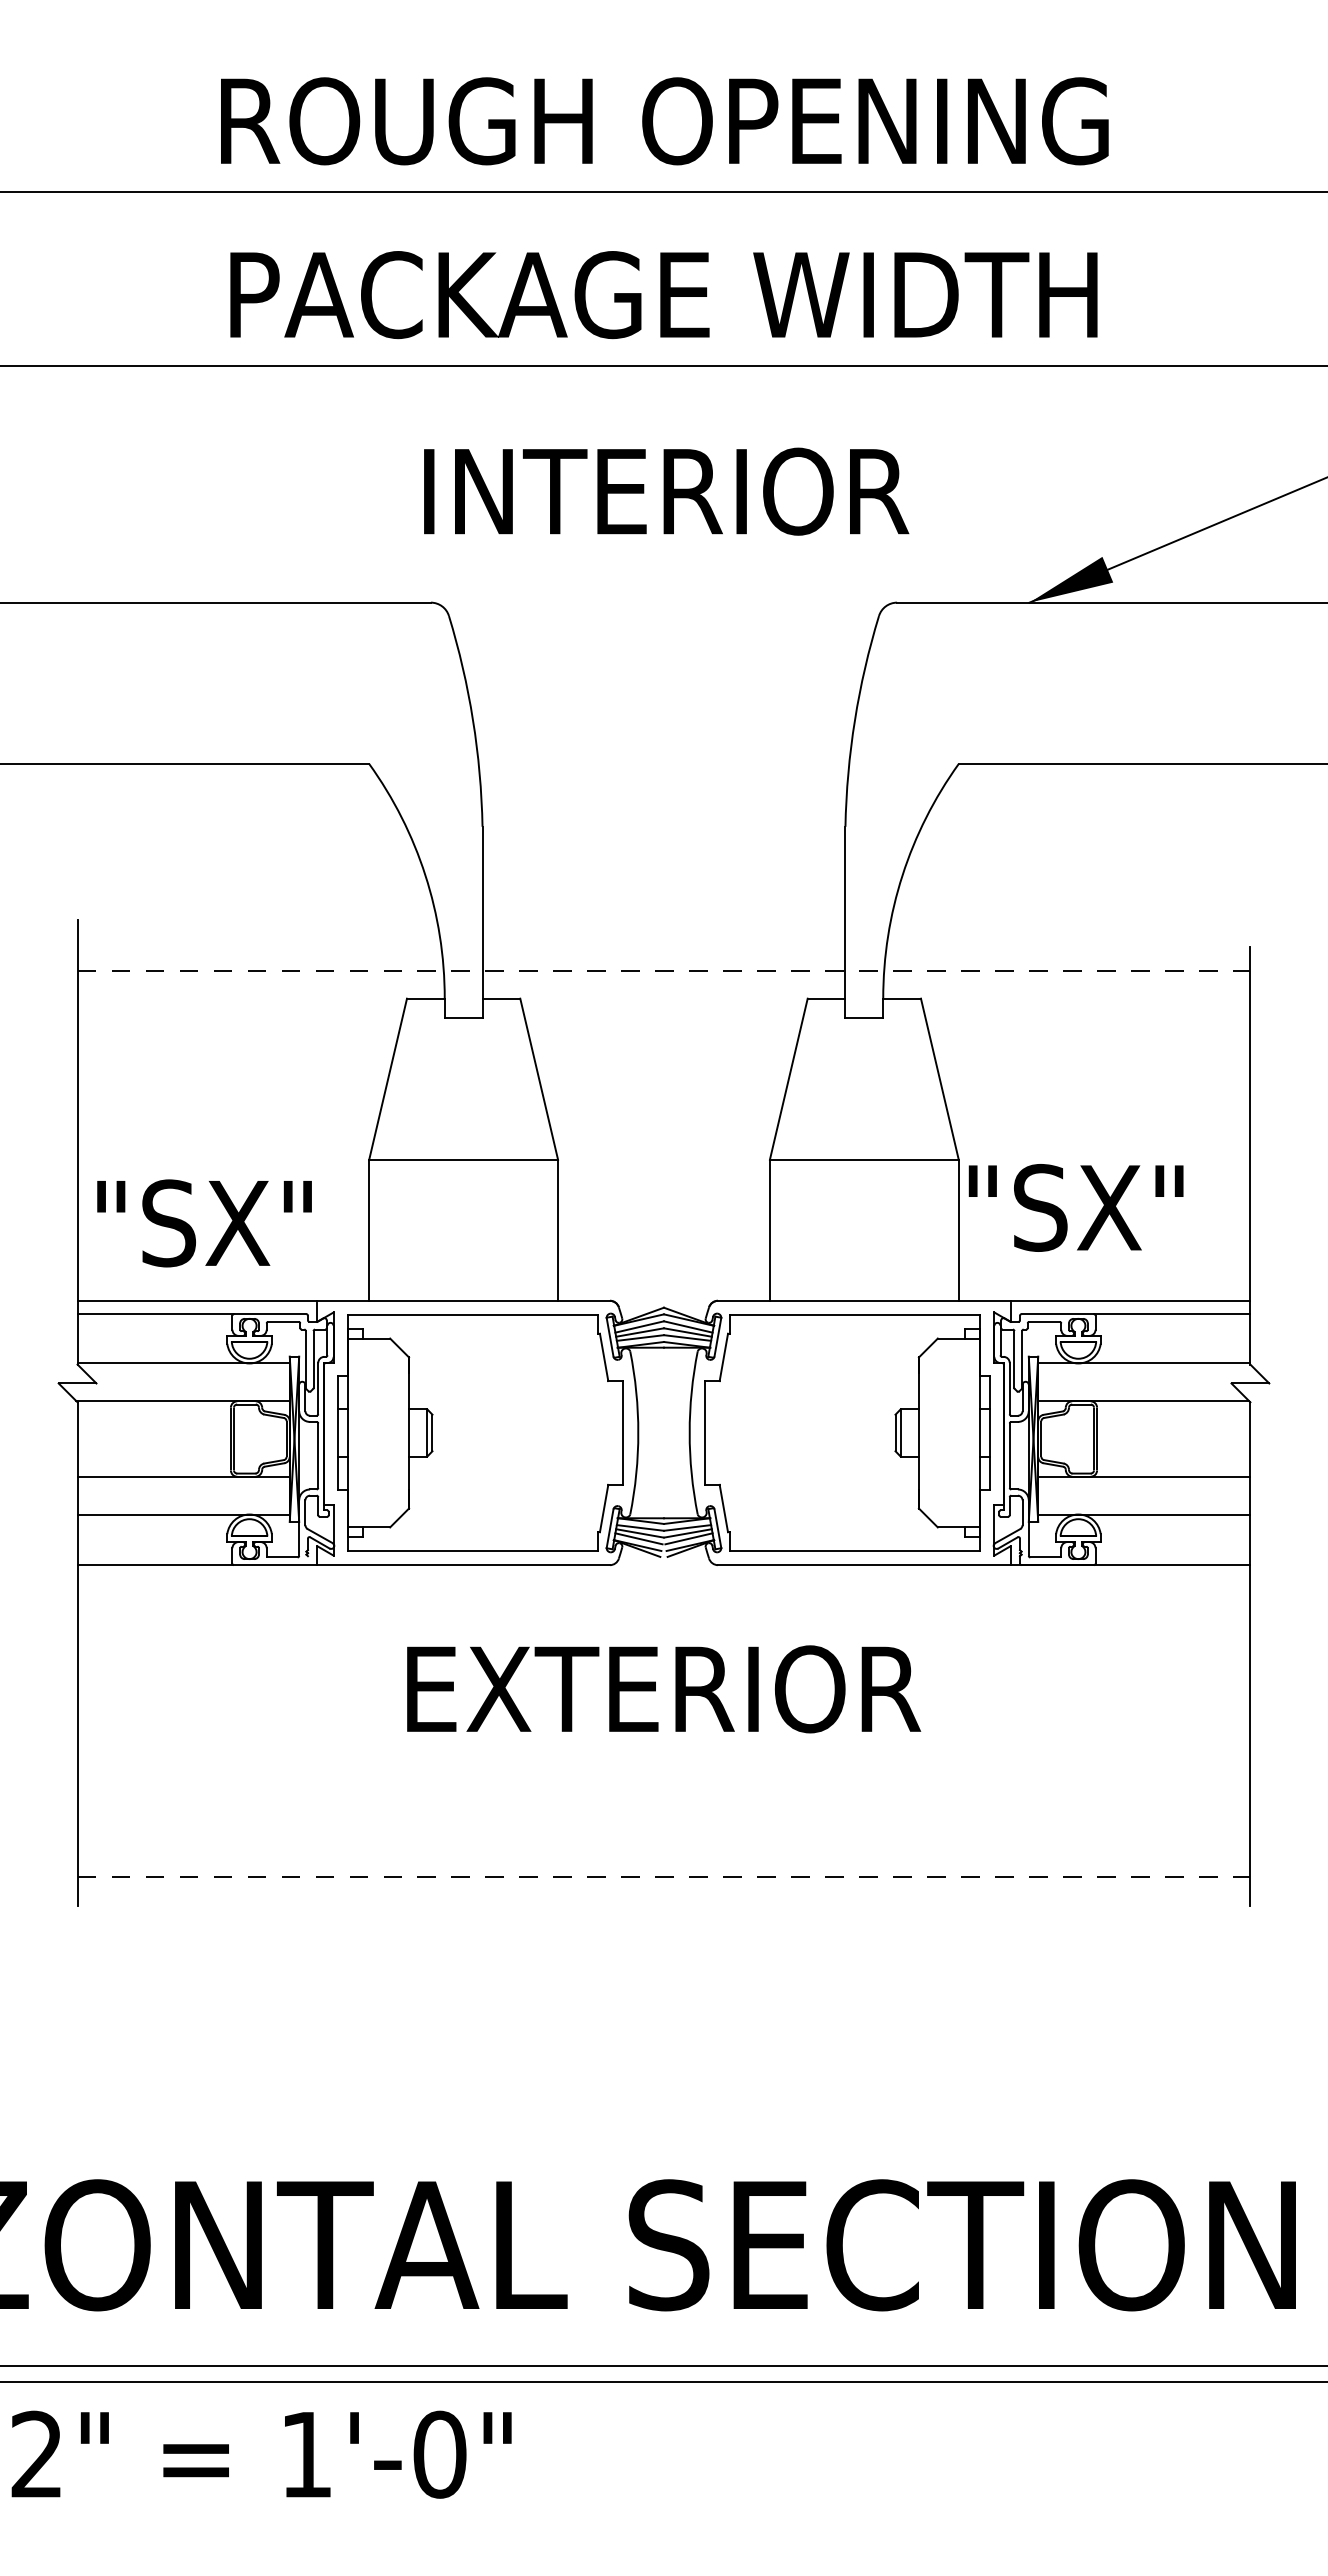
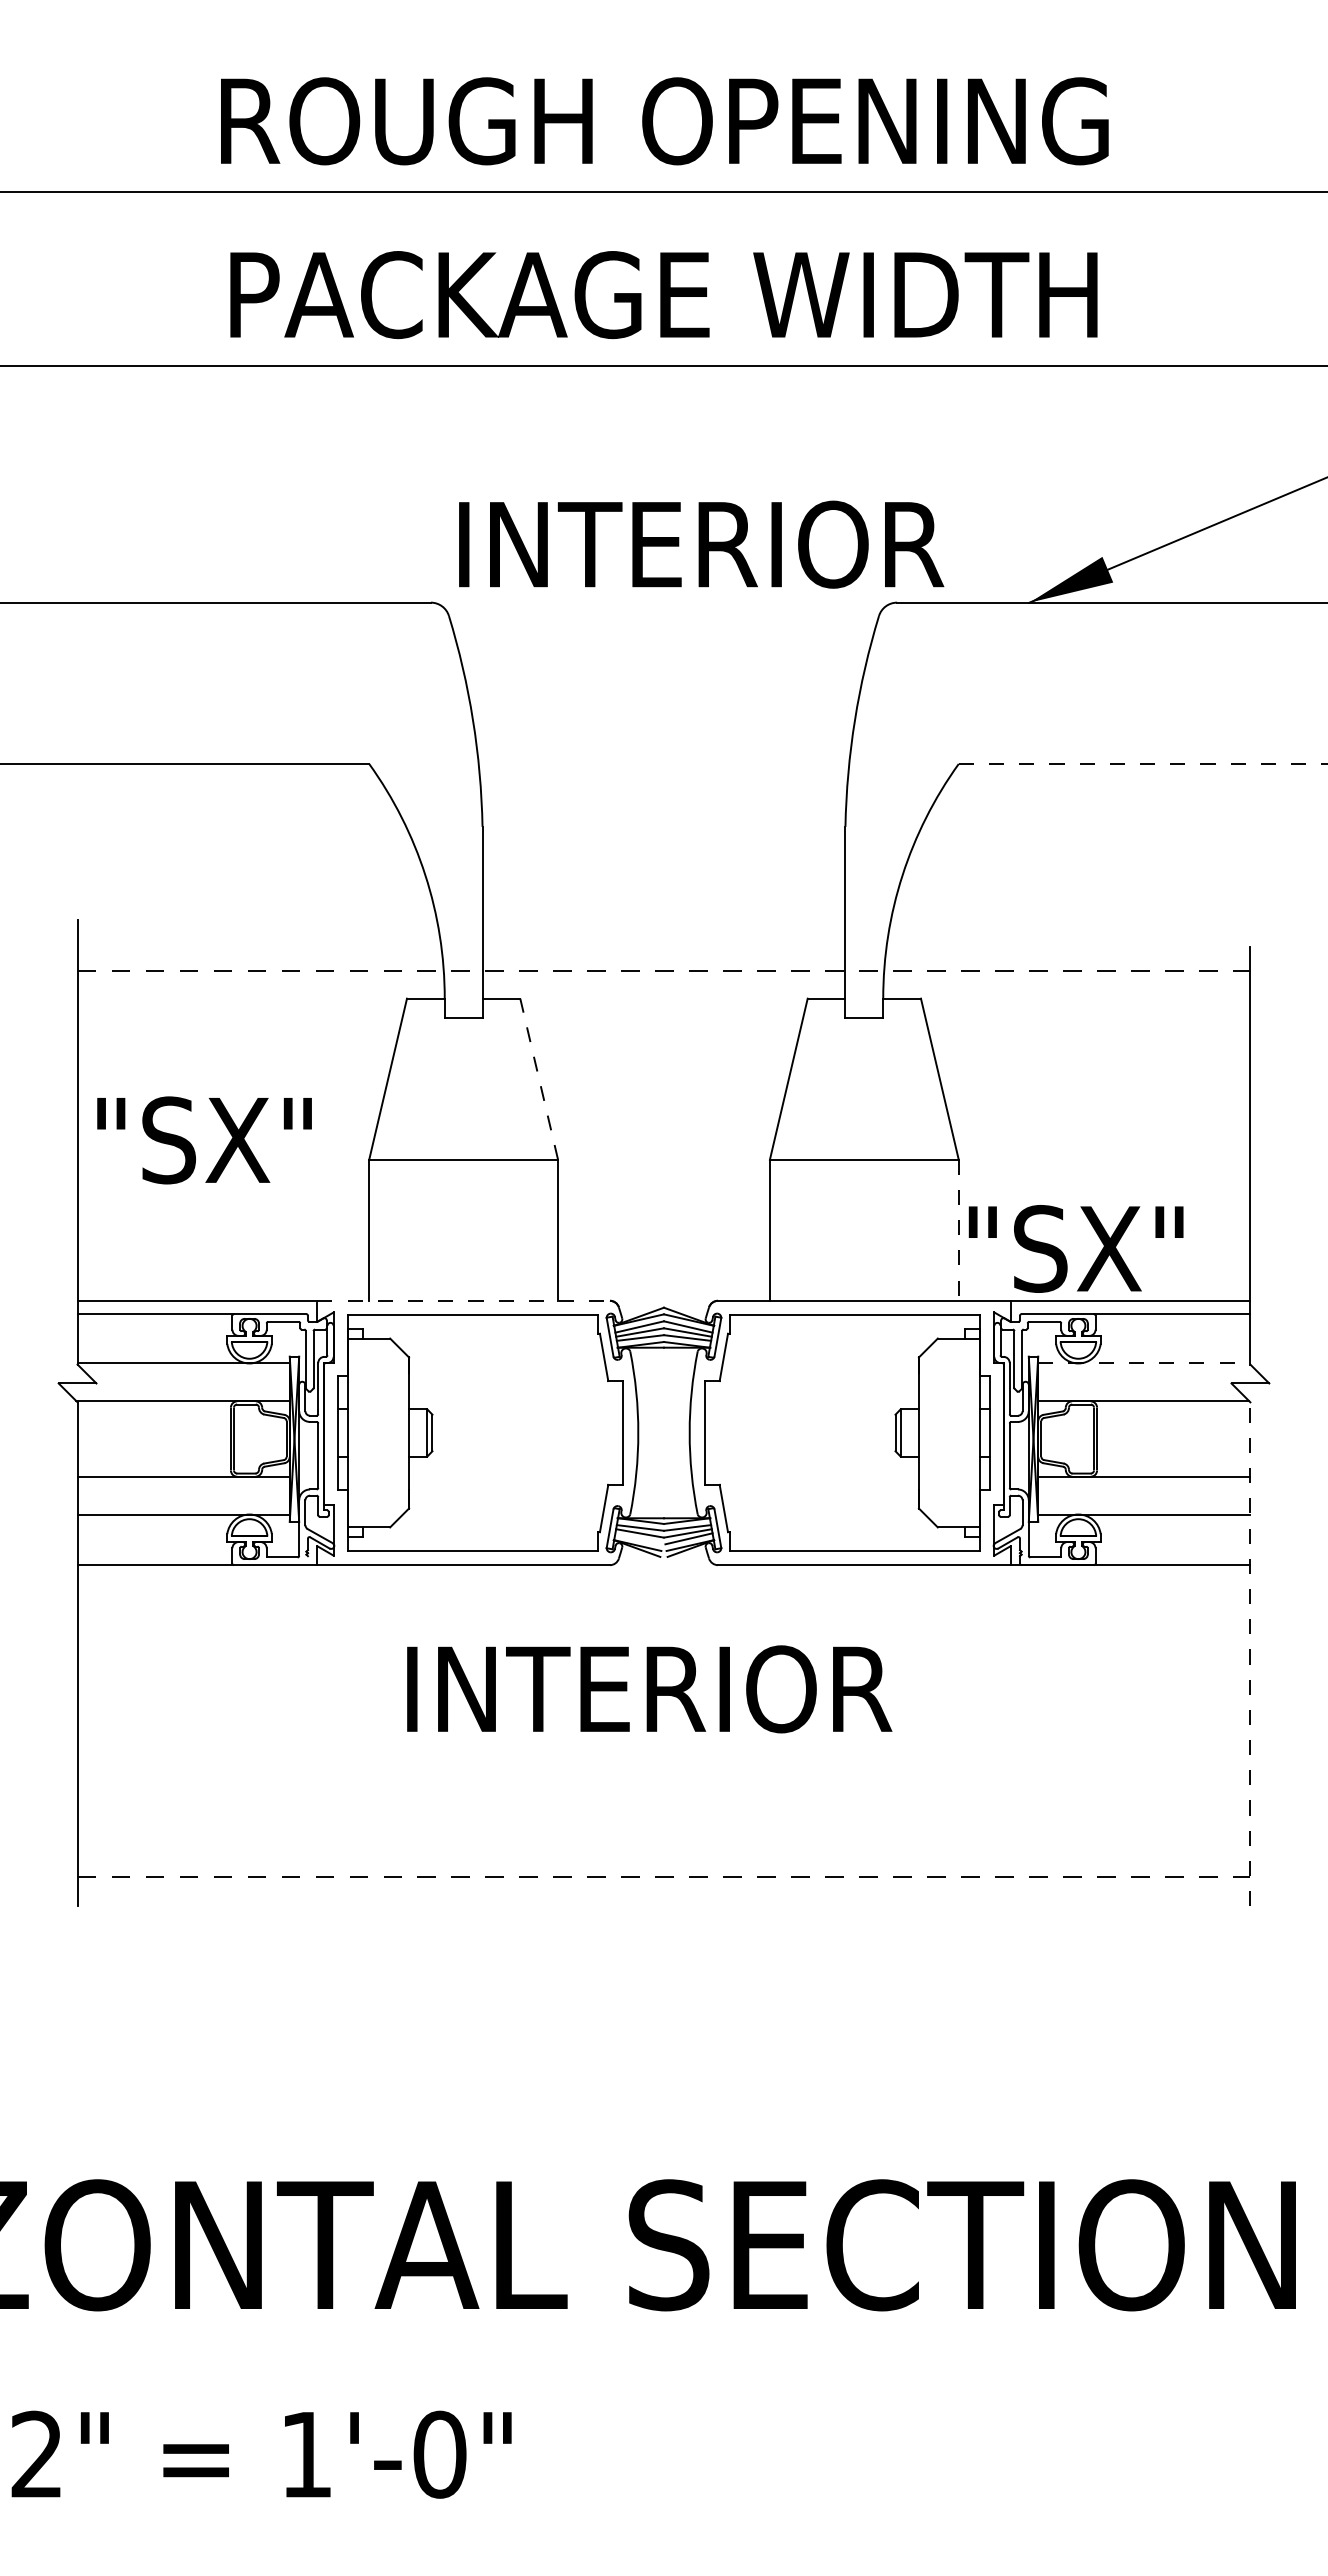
text at (666, 491) position: (666, 491) -> (701, 544)
line at (1143, 763): solid -> dashed
line at (539, 1079): solid -> dashed
text at (1075, 1207) position: (1075, 1207) -> (1075, 1248)
text at (204, 1223) position: (204, 1223) -> (204, 1140)
line at (958, 1230): solid -> dashed
line at (464, 1300): solid -> dashed
line at (1144, 1363): solid -> dashed
line at (638, 1538): present -> none
line at (1250, 1654): solid -> dashed
text at (669, 1689): EXTERIOR -> INTERIOR
line at (663, 2365): present -> none
line at (663, 2381): present -> none
